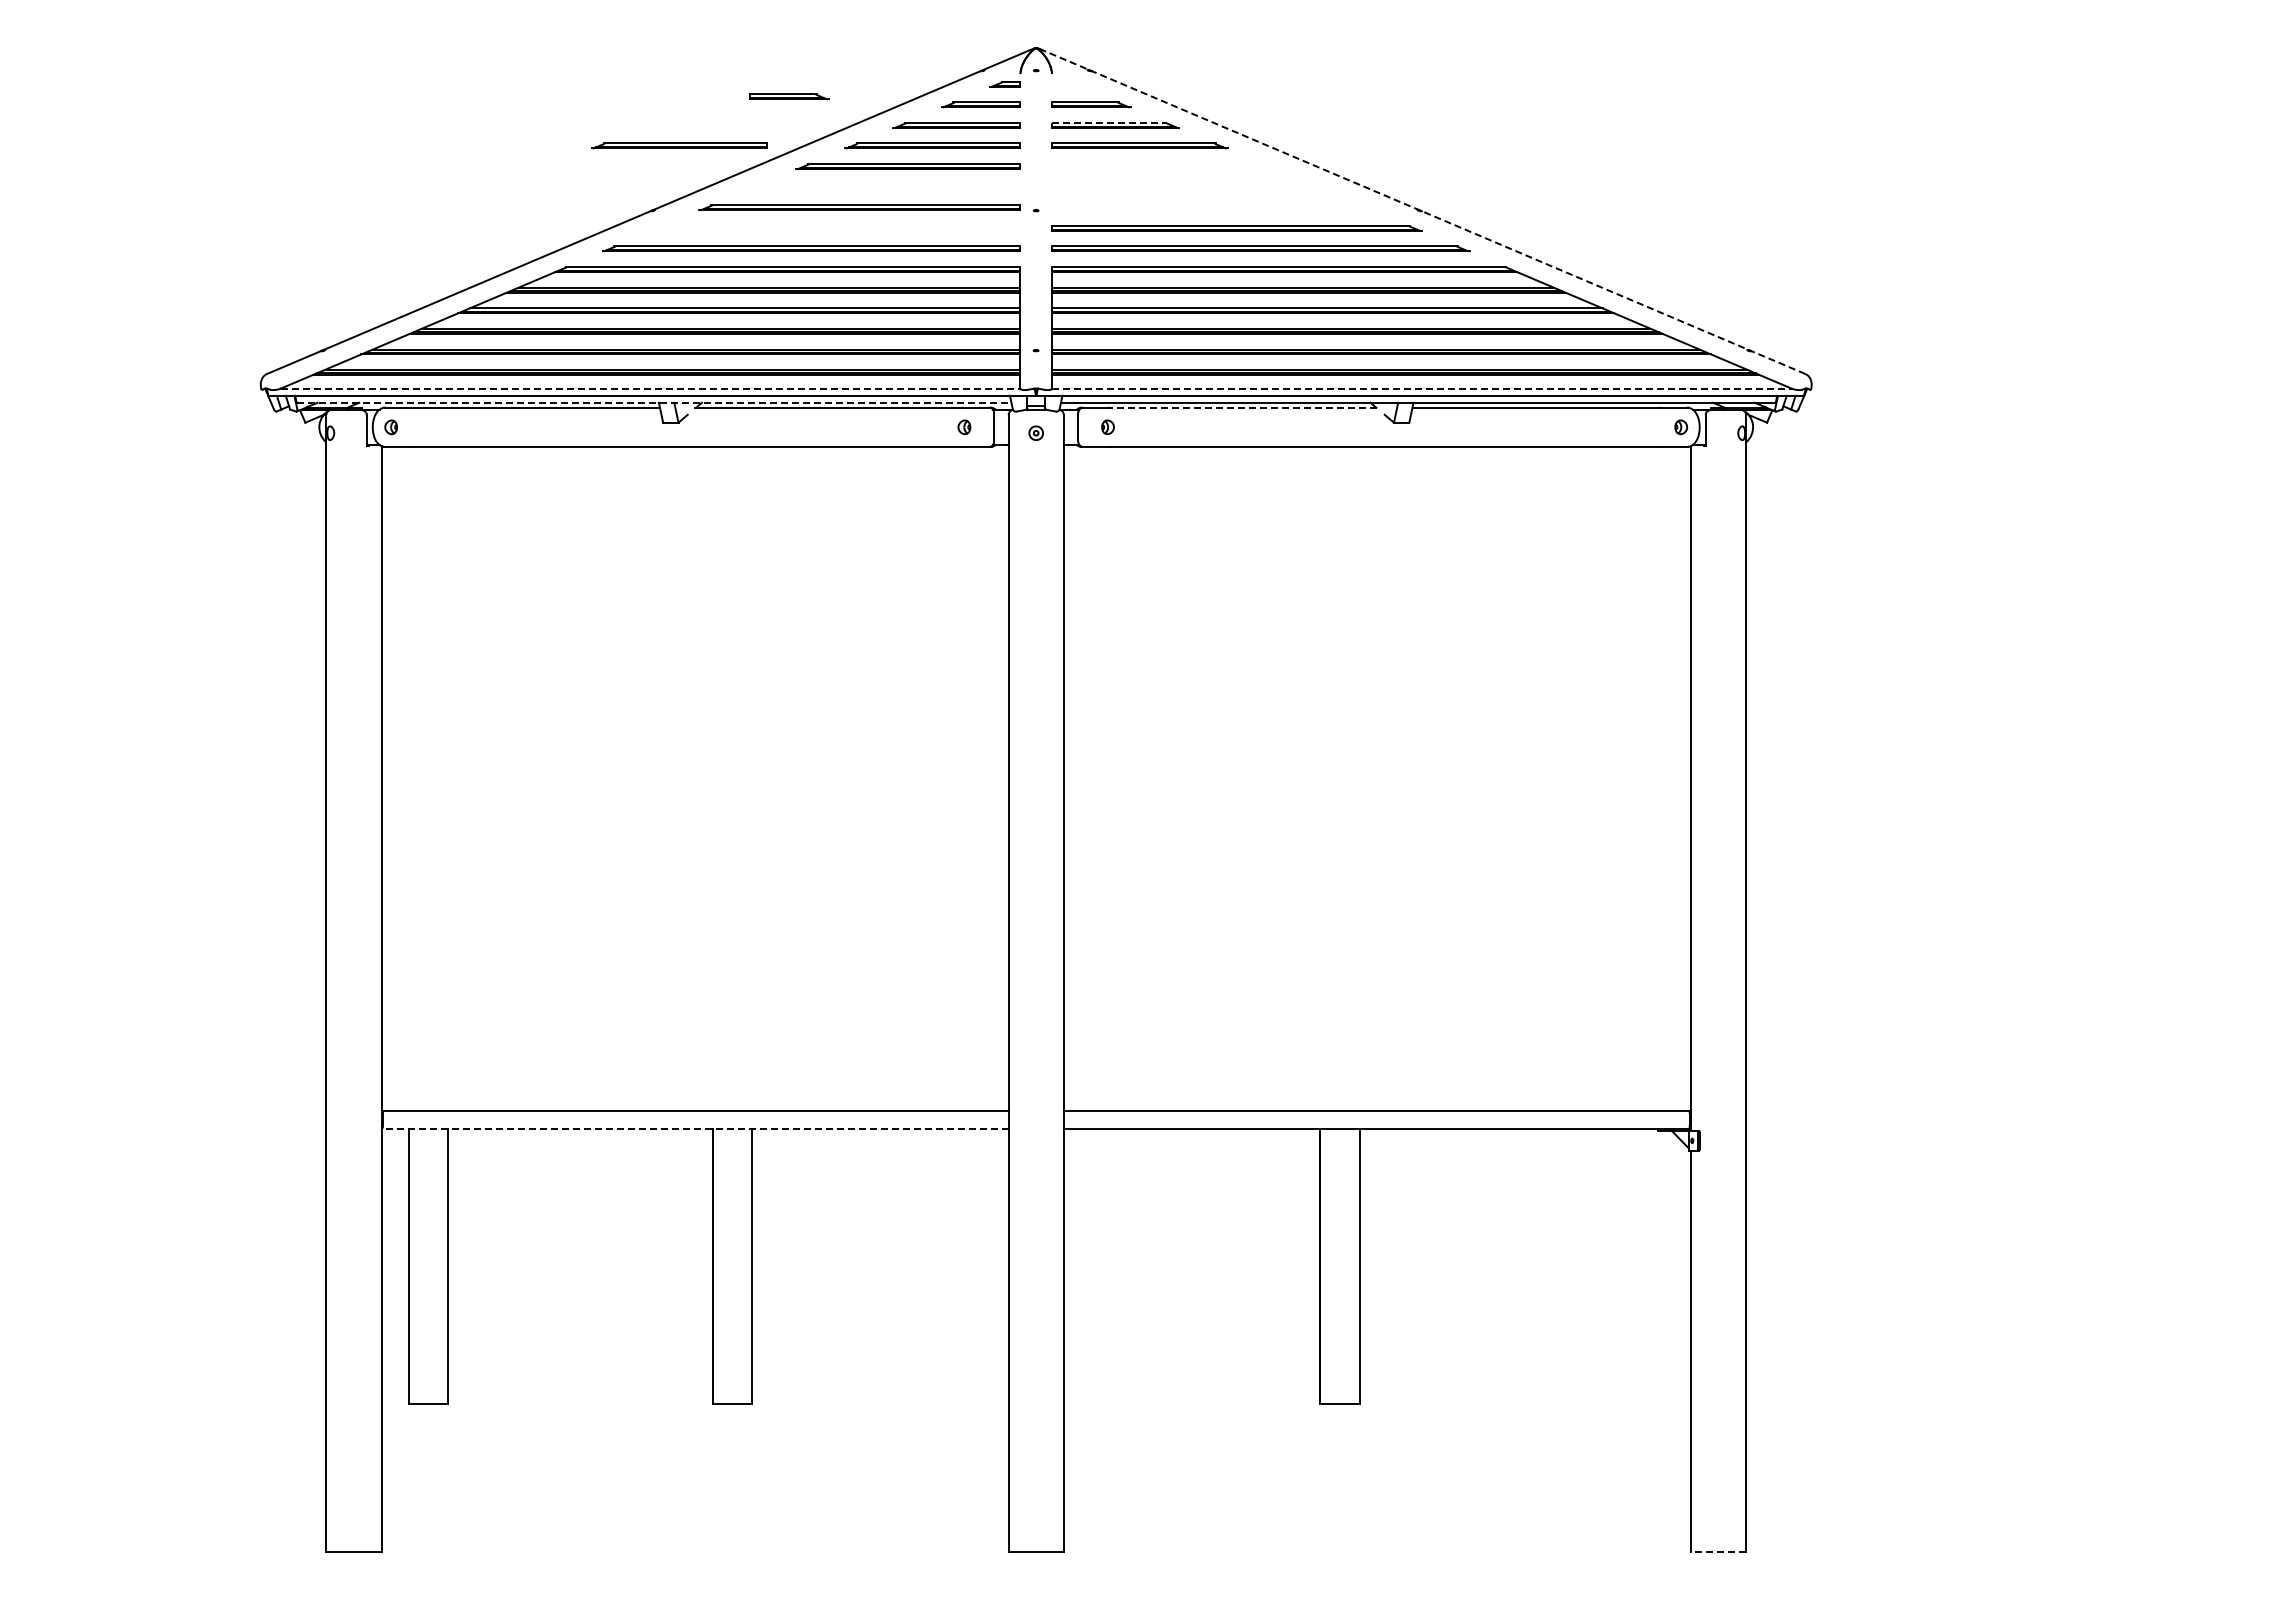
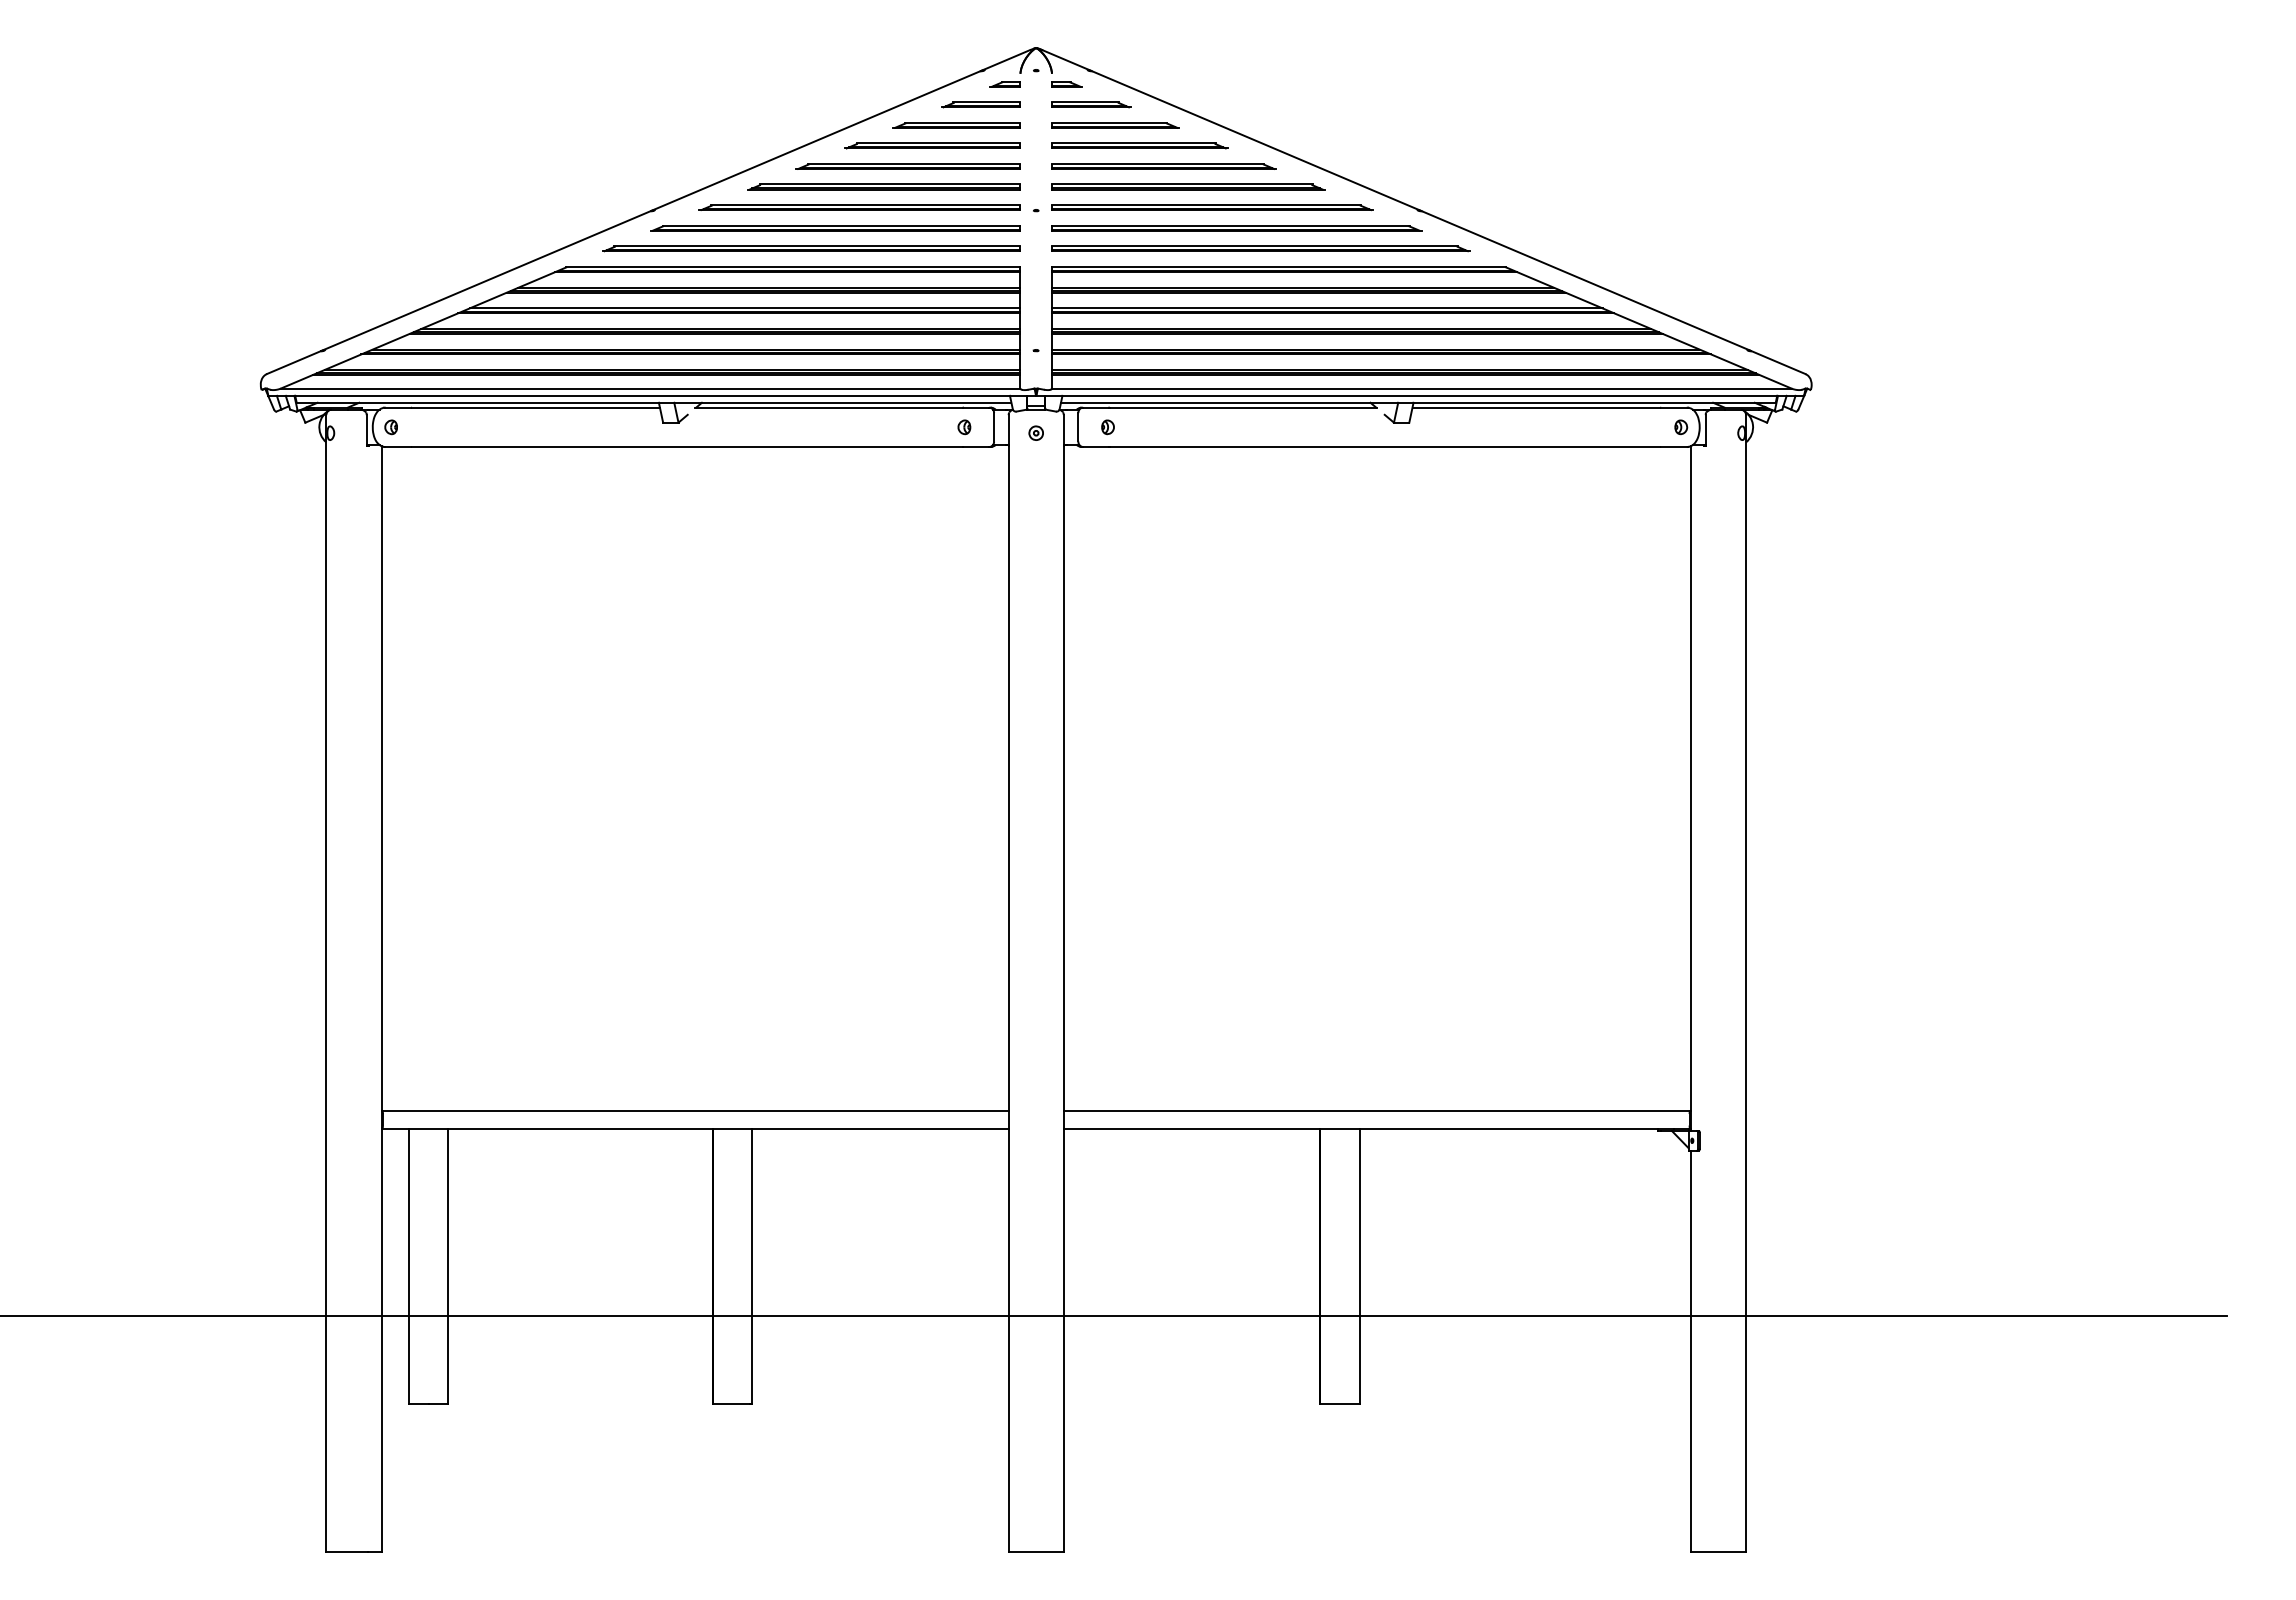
part at (1066, 84): none -> present
part at (789, 96): present -> none
line at (1109, 122): dashed -> solid
part at (679, 145): present -> none
part at (1163, 166): none -> present
part at (883, 186): none -> present
part at (1188, 186): none -> present
part at (1212, 207): none -> present
line at (1423, 211): dashed -> solid
part at (835, 228): none -> present
line at (650, 388): dashed -> solid
line at (1421, 388): dashed -> solid
line at (654, 402): dashed -> solid
line at (1242, 407): dashed -> solid
line at (694, 1128): dashed -> solid
line at (1114, 1315): none -> present
line at (1718, 1552): dashed -> solid
